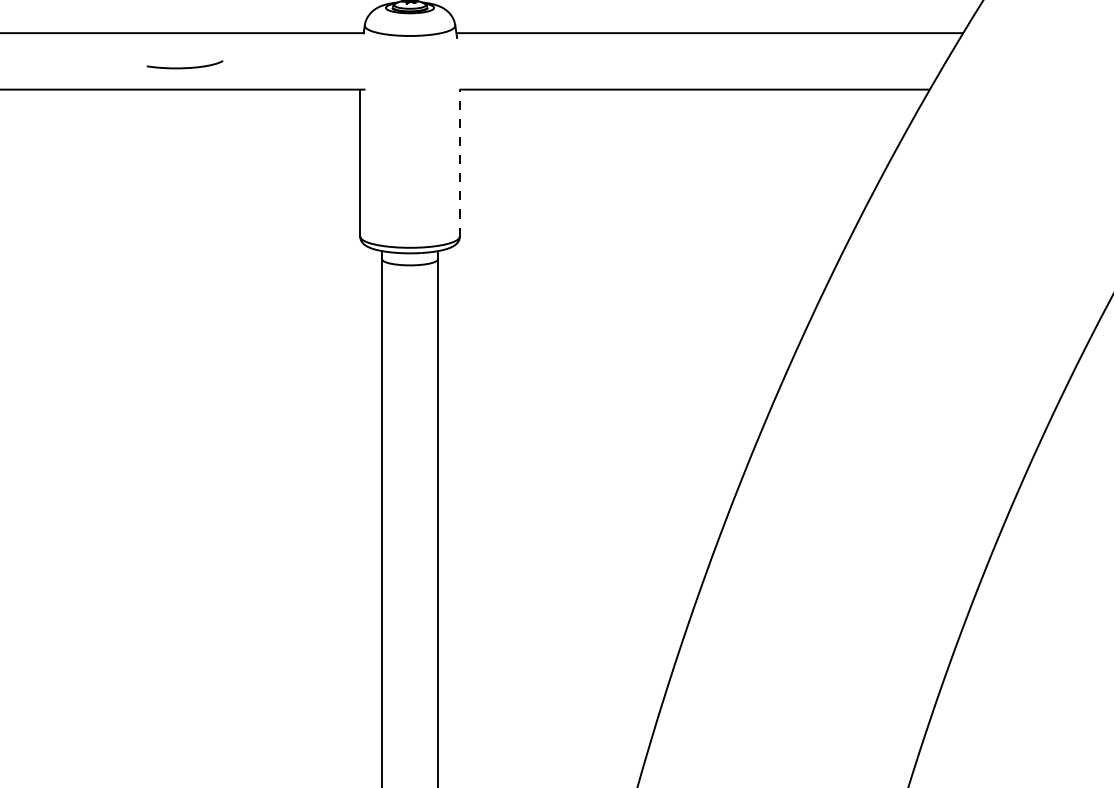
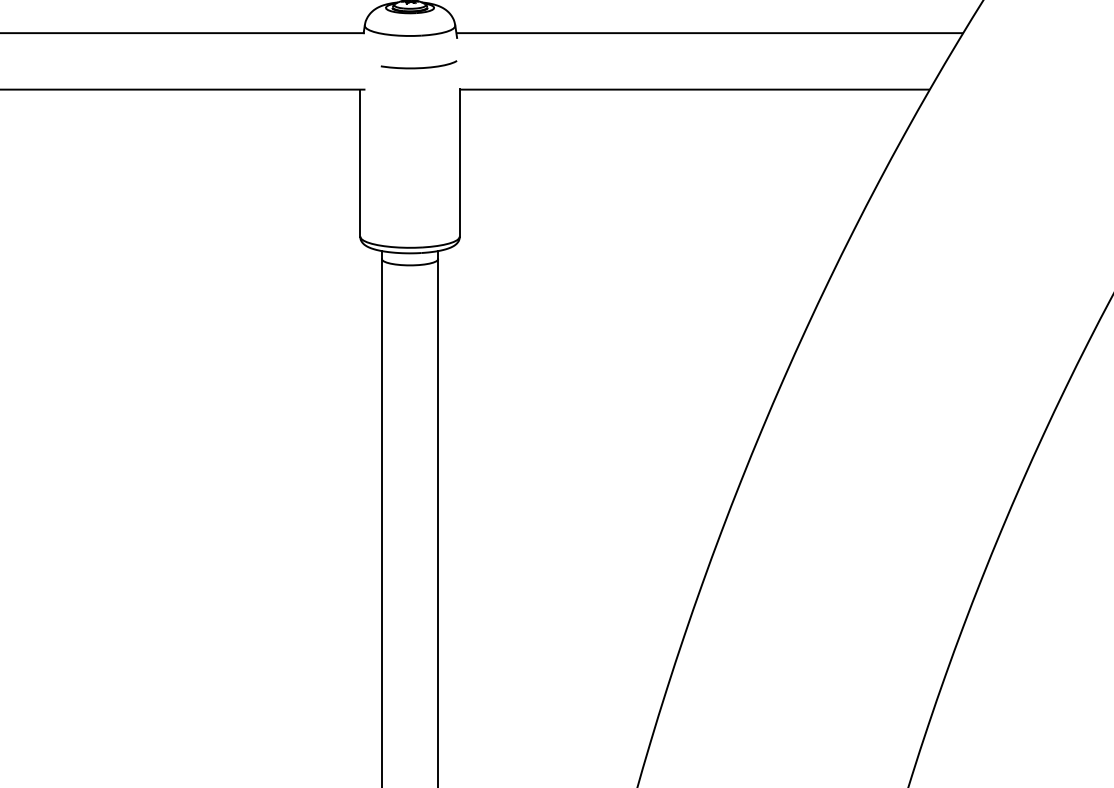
curve at (184, 67) position: (184, 67) -> (418, 67)
line at (459, 162): dashed -> solid
